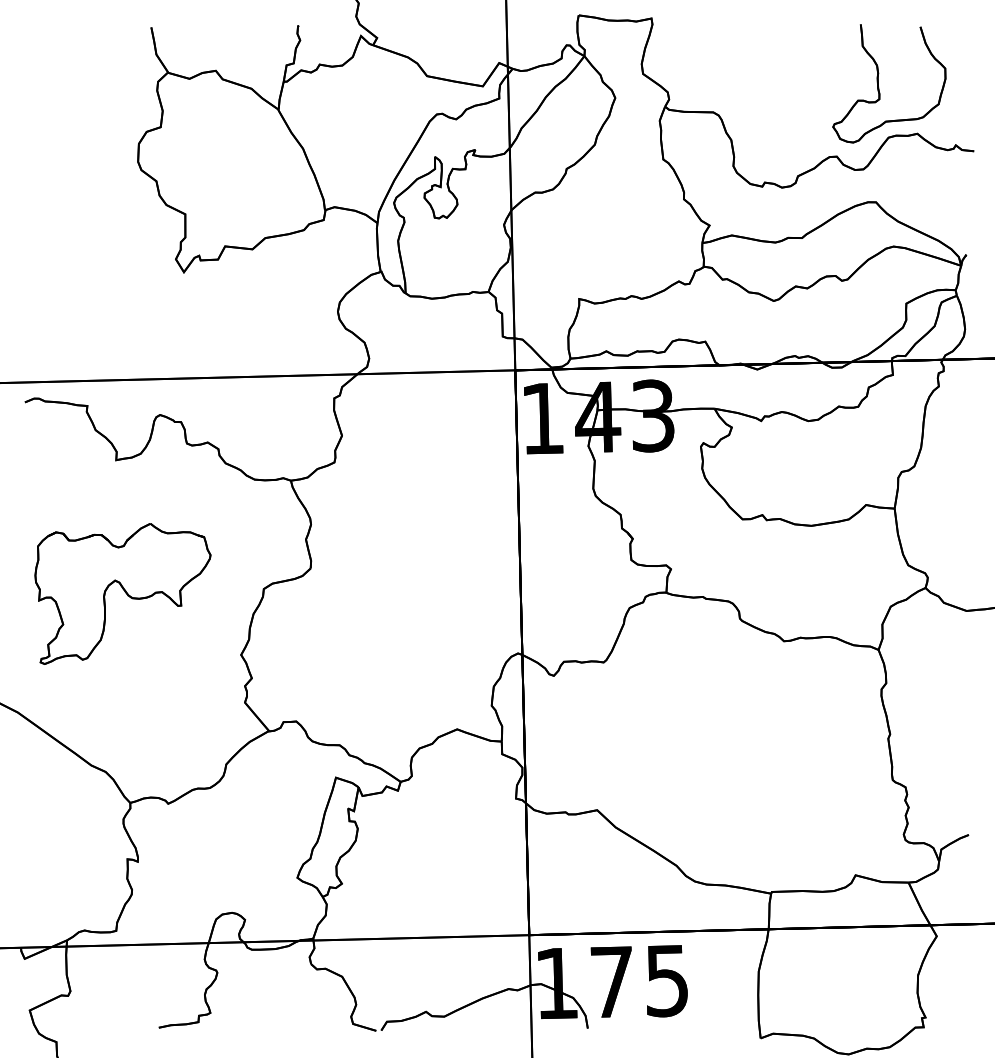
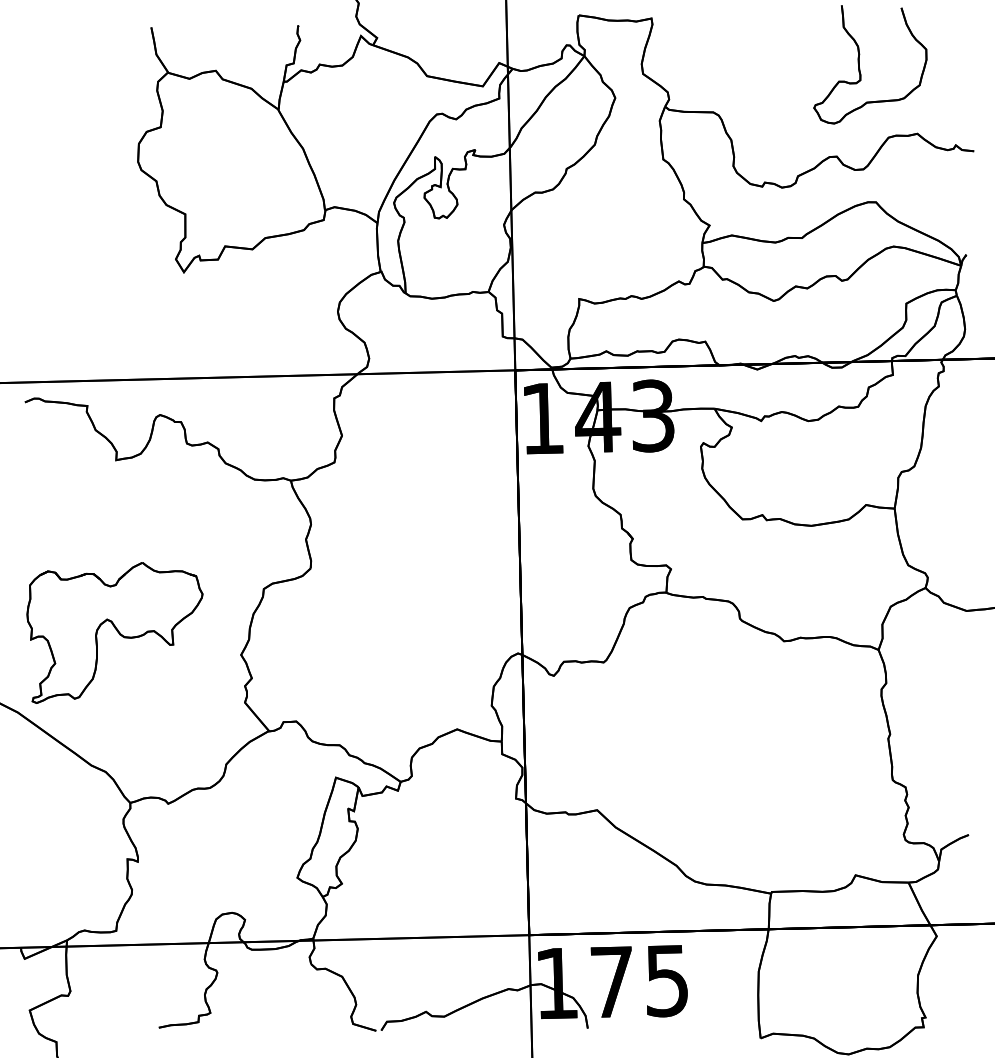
part at (879, 87) position: (879, 87) -> (860, 68)
part at (122, 593) position: (122, 593) -> (114, 632)
